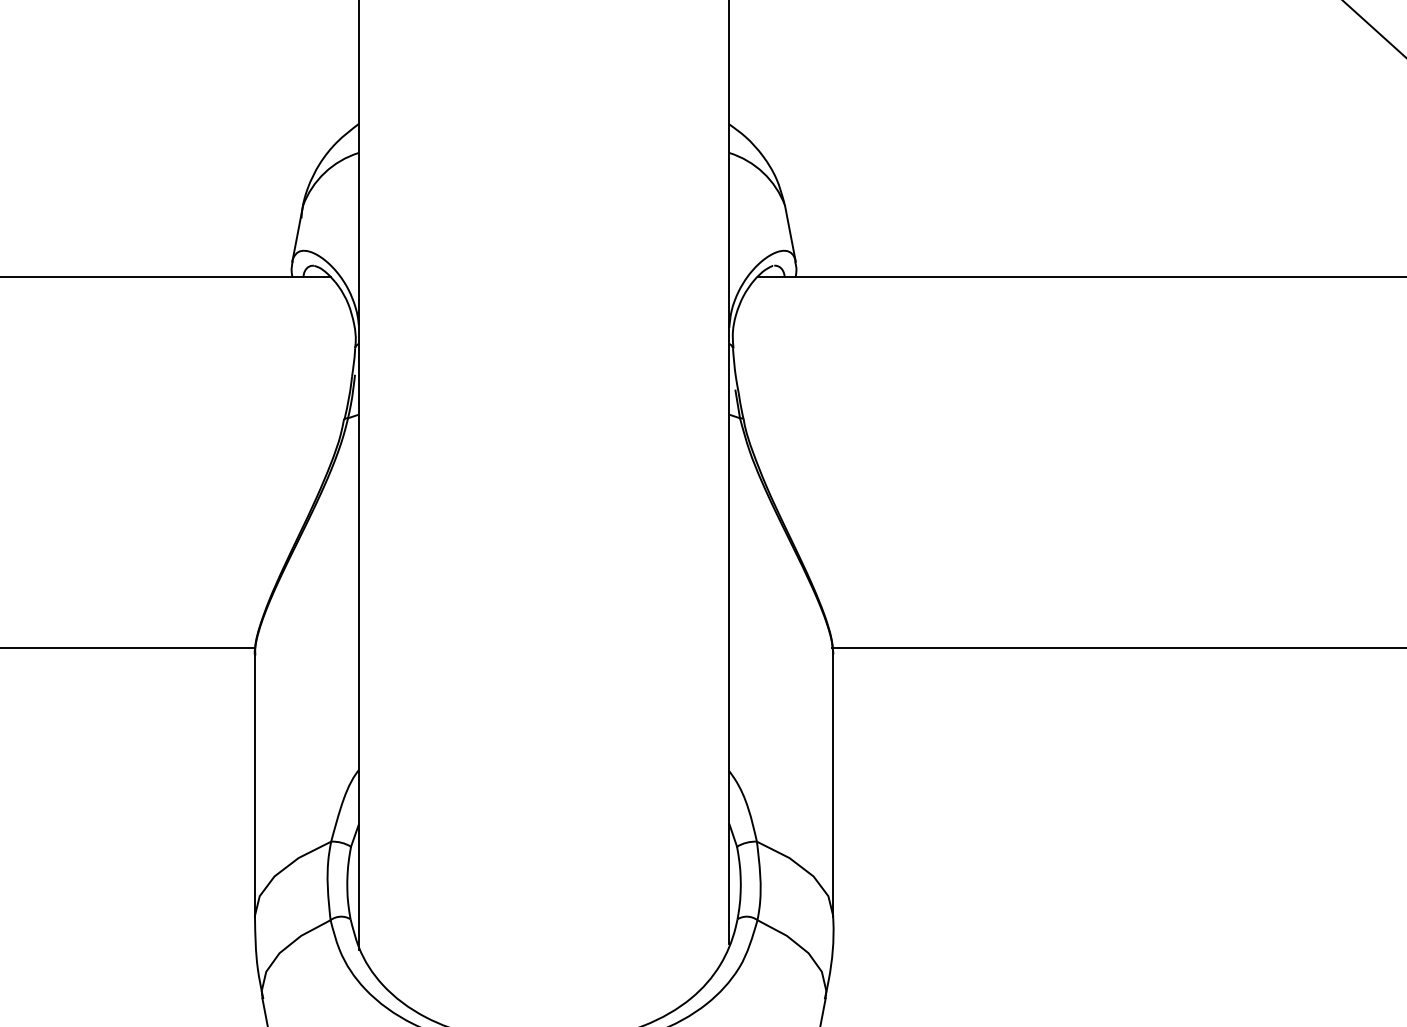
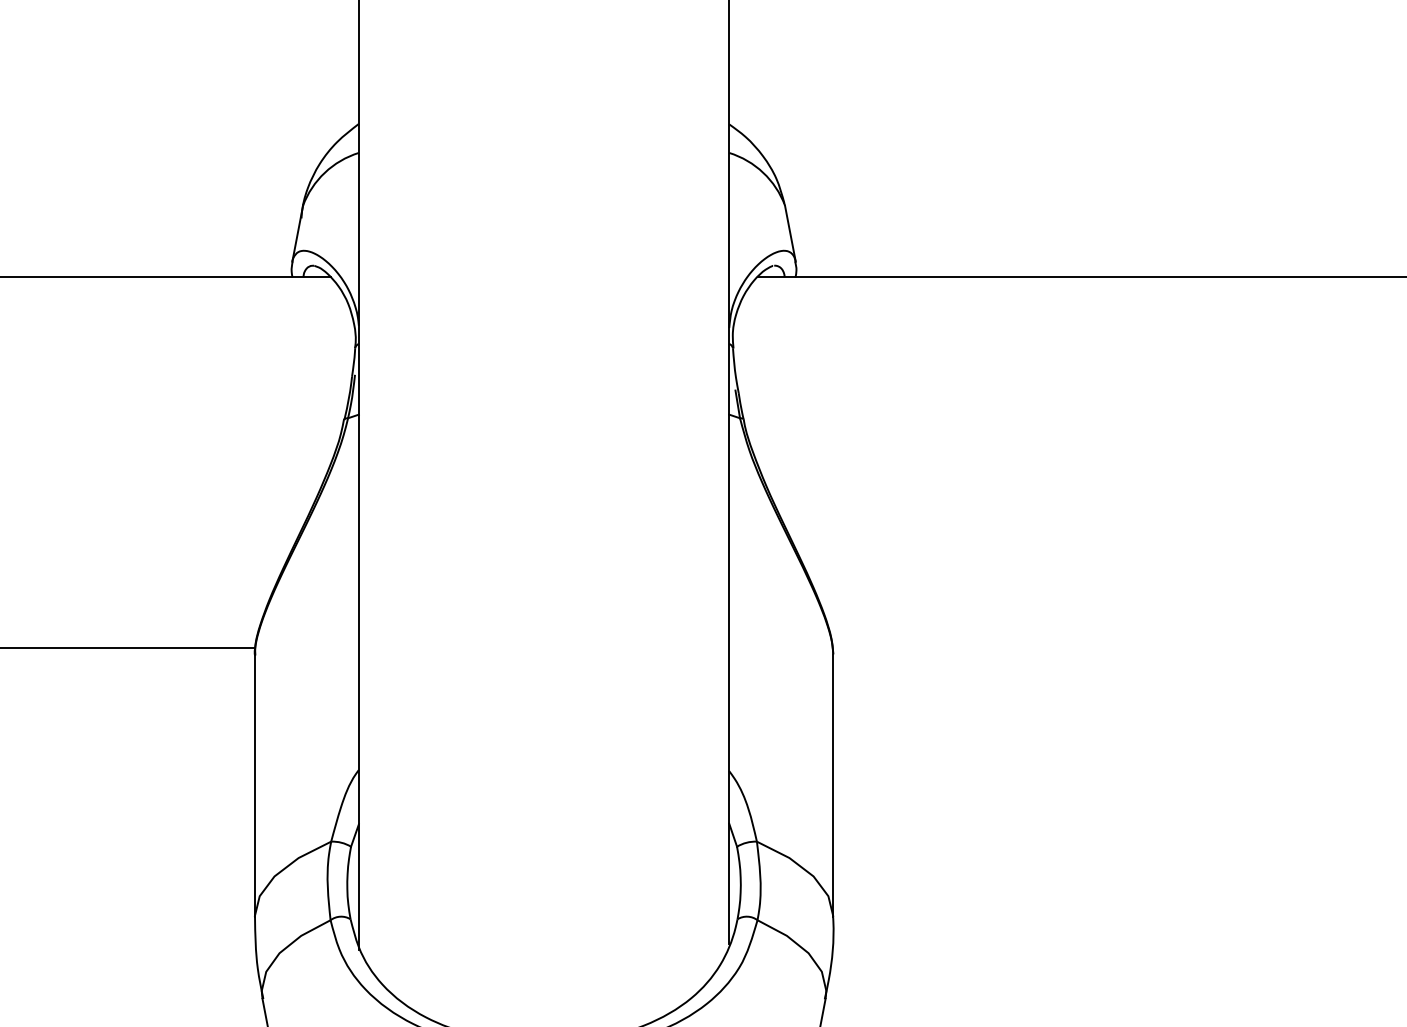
line at (1373, 28): present -> none
line at (1117, 647): present -> none
